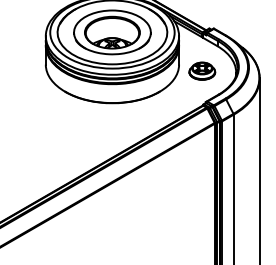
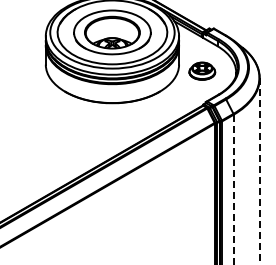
line at (259, 171): solid -> dashed
line at (233, 189): solid -> dashed
